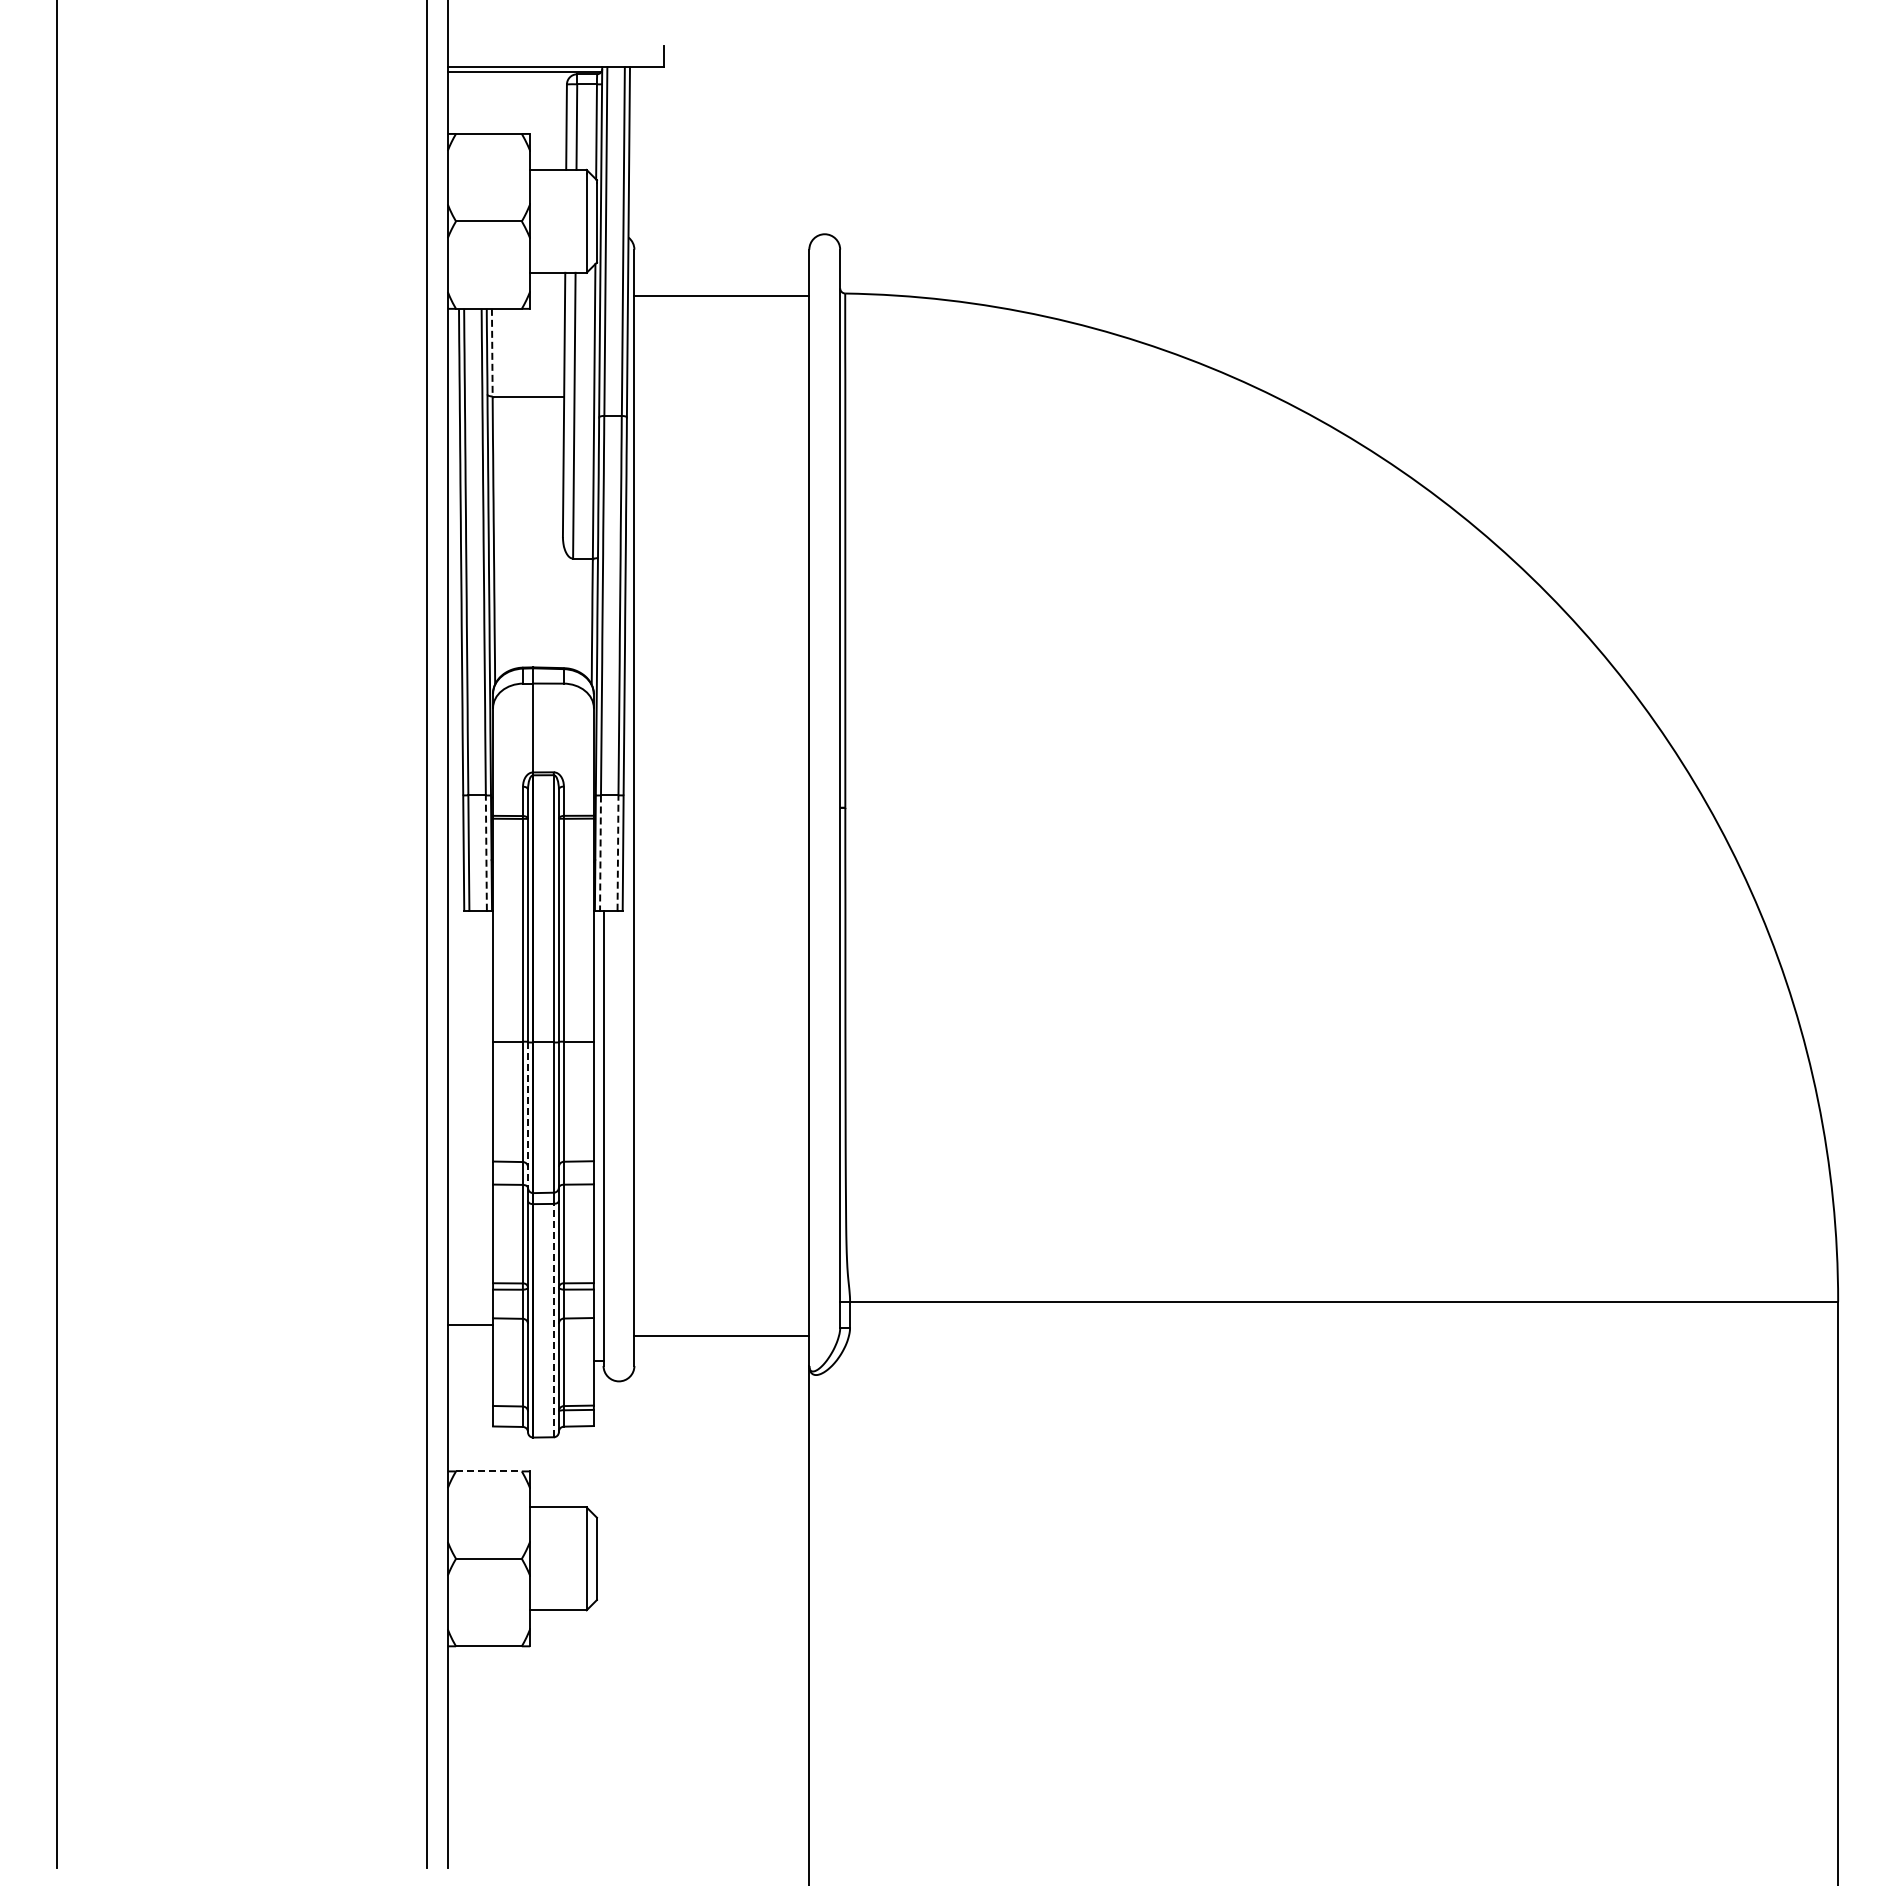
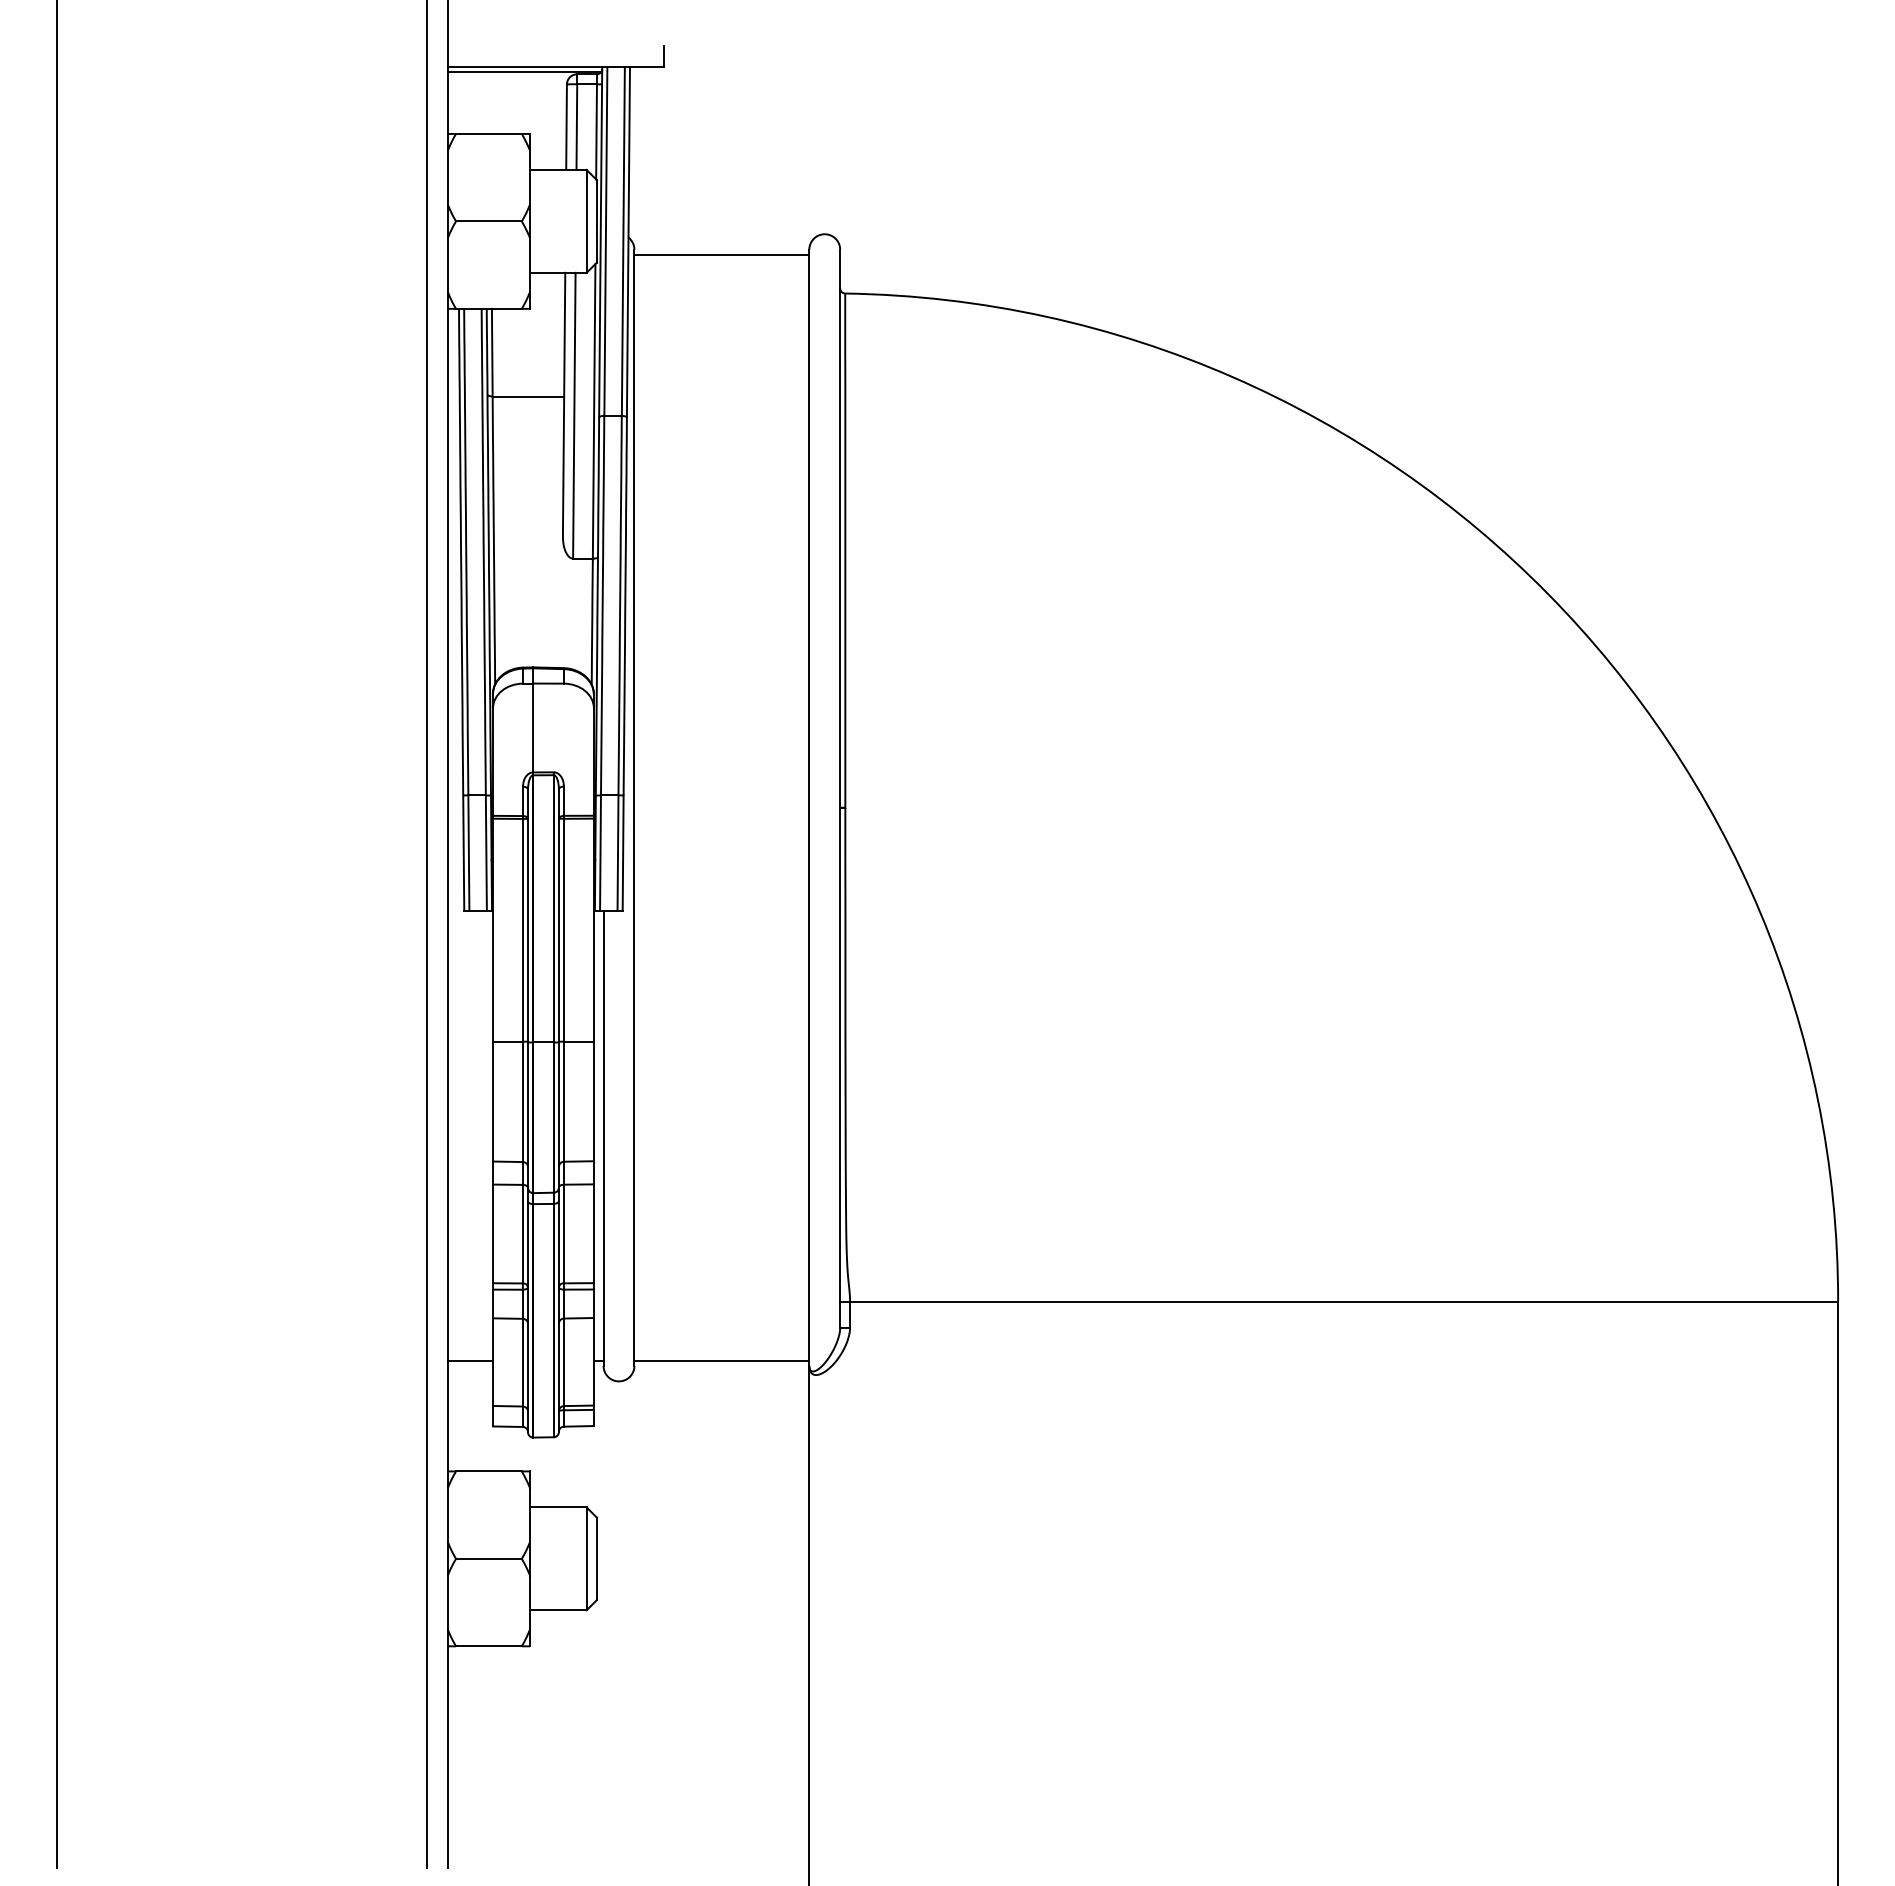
line at (721, 295) position: (721, 295) -> (721, 254)
line at (492, 352): dashed -> solid
line at (486, 853): dashed -> solid
line at (600, 853): dashed -> solid
line at (618, 853): dashed -> solid
line at (528, 1115): dashed -> solid
line at (553, 1320): dashed -> solid
line at (470, 1324) position: (470, 1324) -> (470, 1360)
line at (721, 1335) position: (721, 1335) -> (721, 1360)
line at (488, 1471): dashed -> solid
